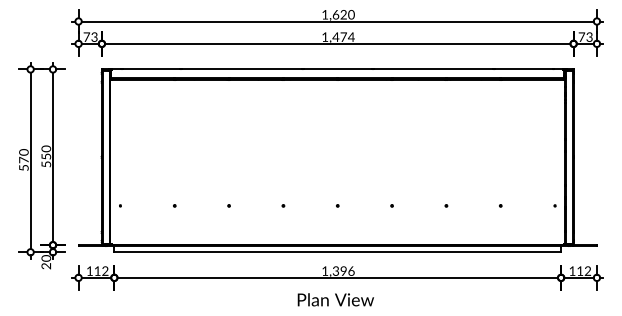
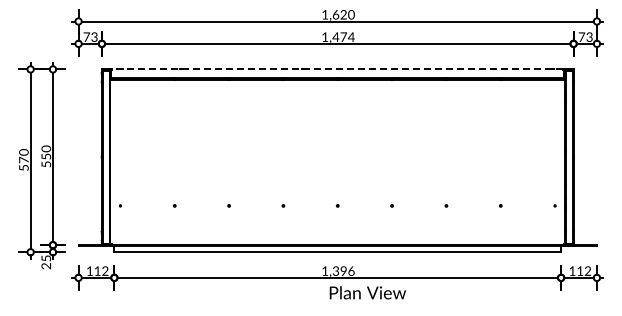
line at (337, 69): solid -> dashed
text at (46, 258): 20 -> 25
text at (335, 299) position: (335, 299) -> (367, 292)
